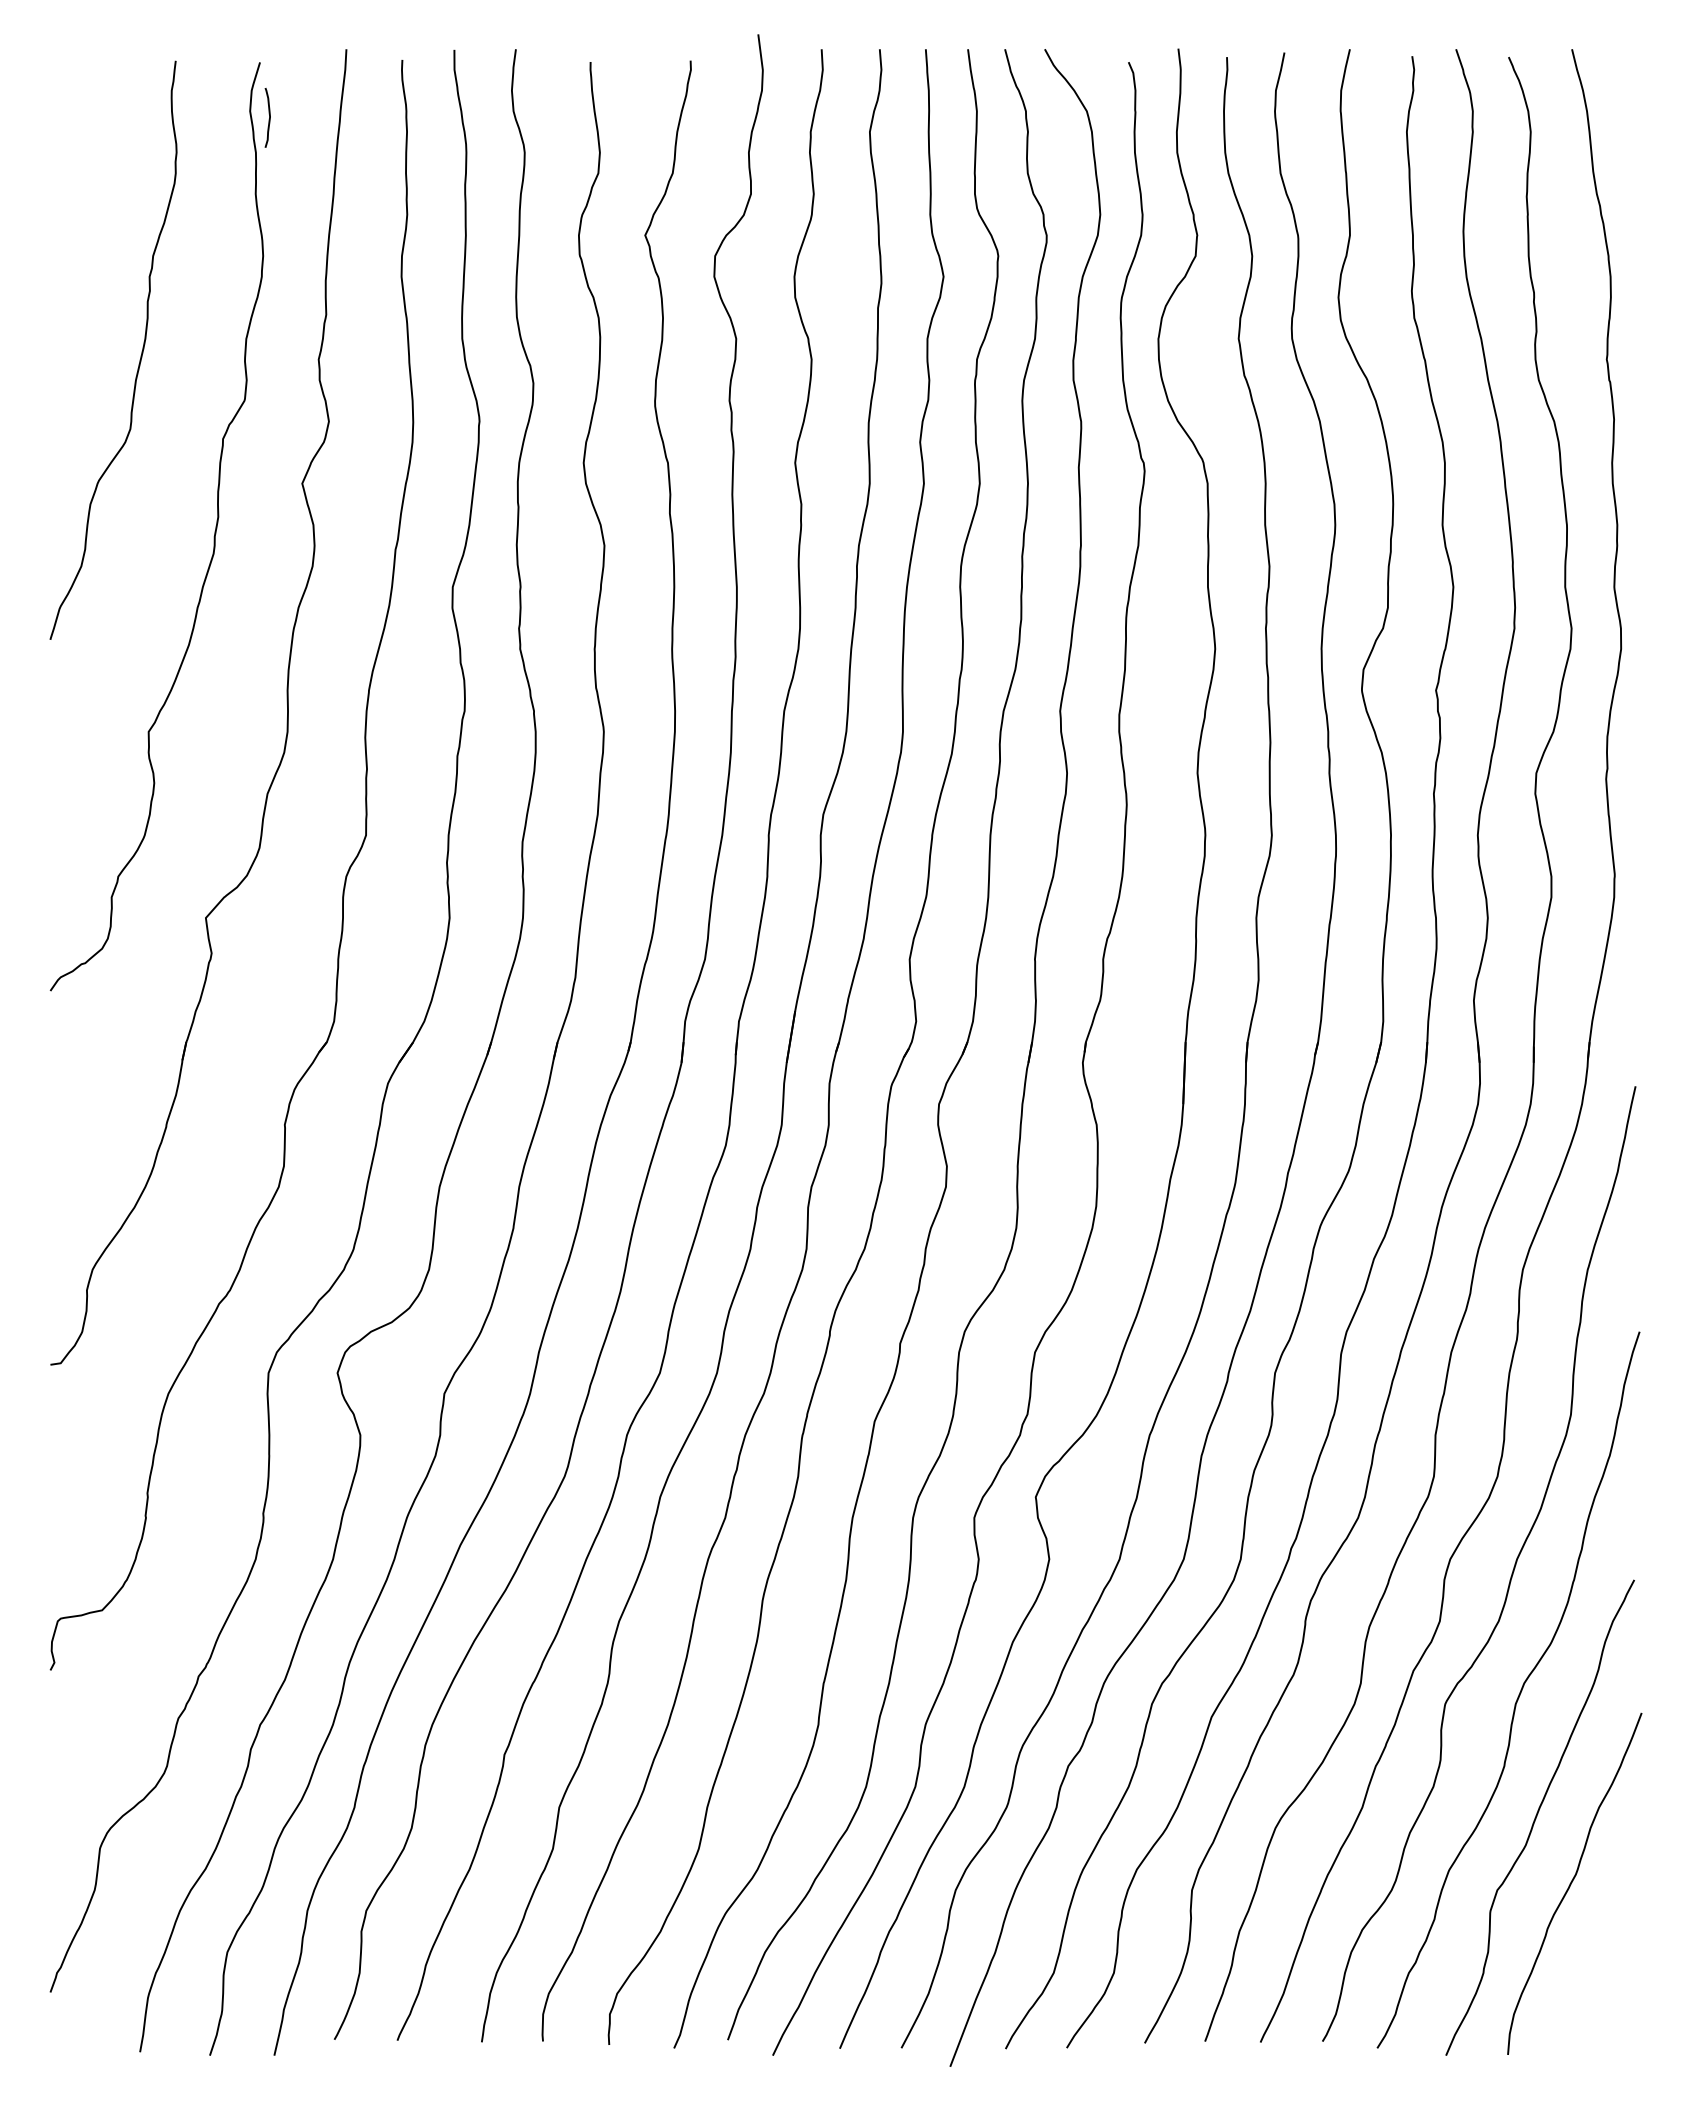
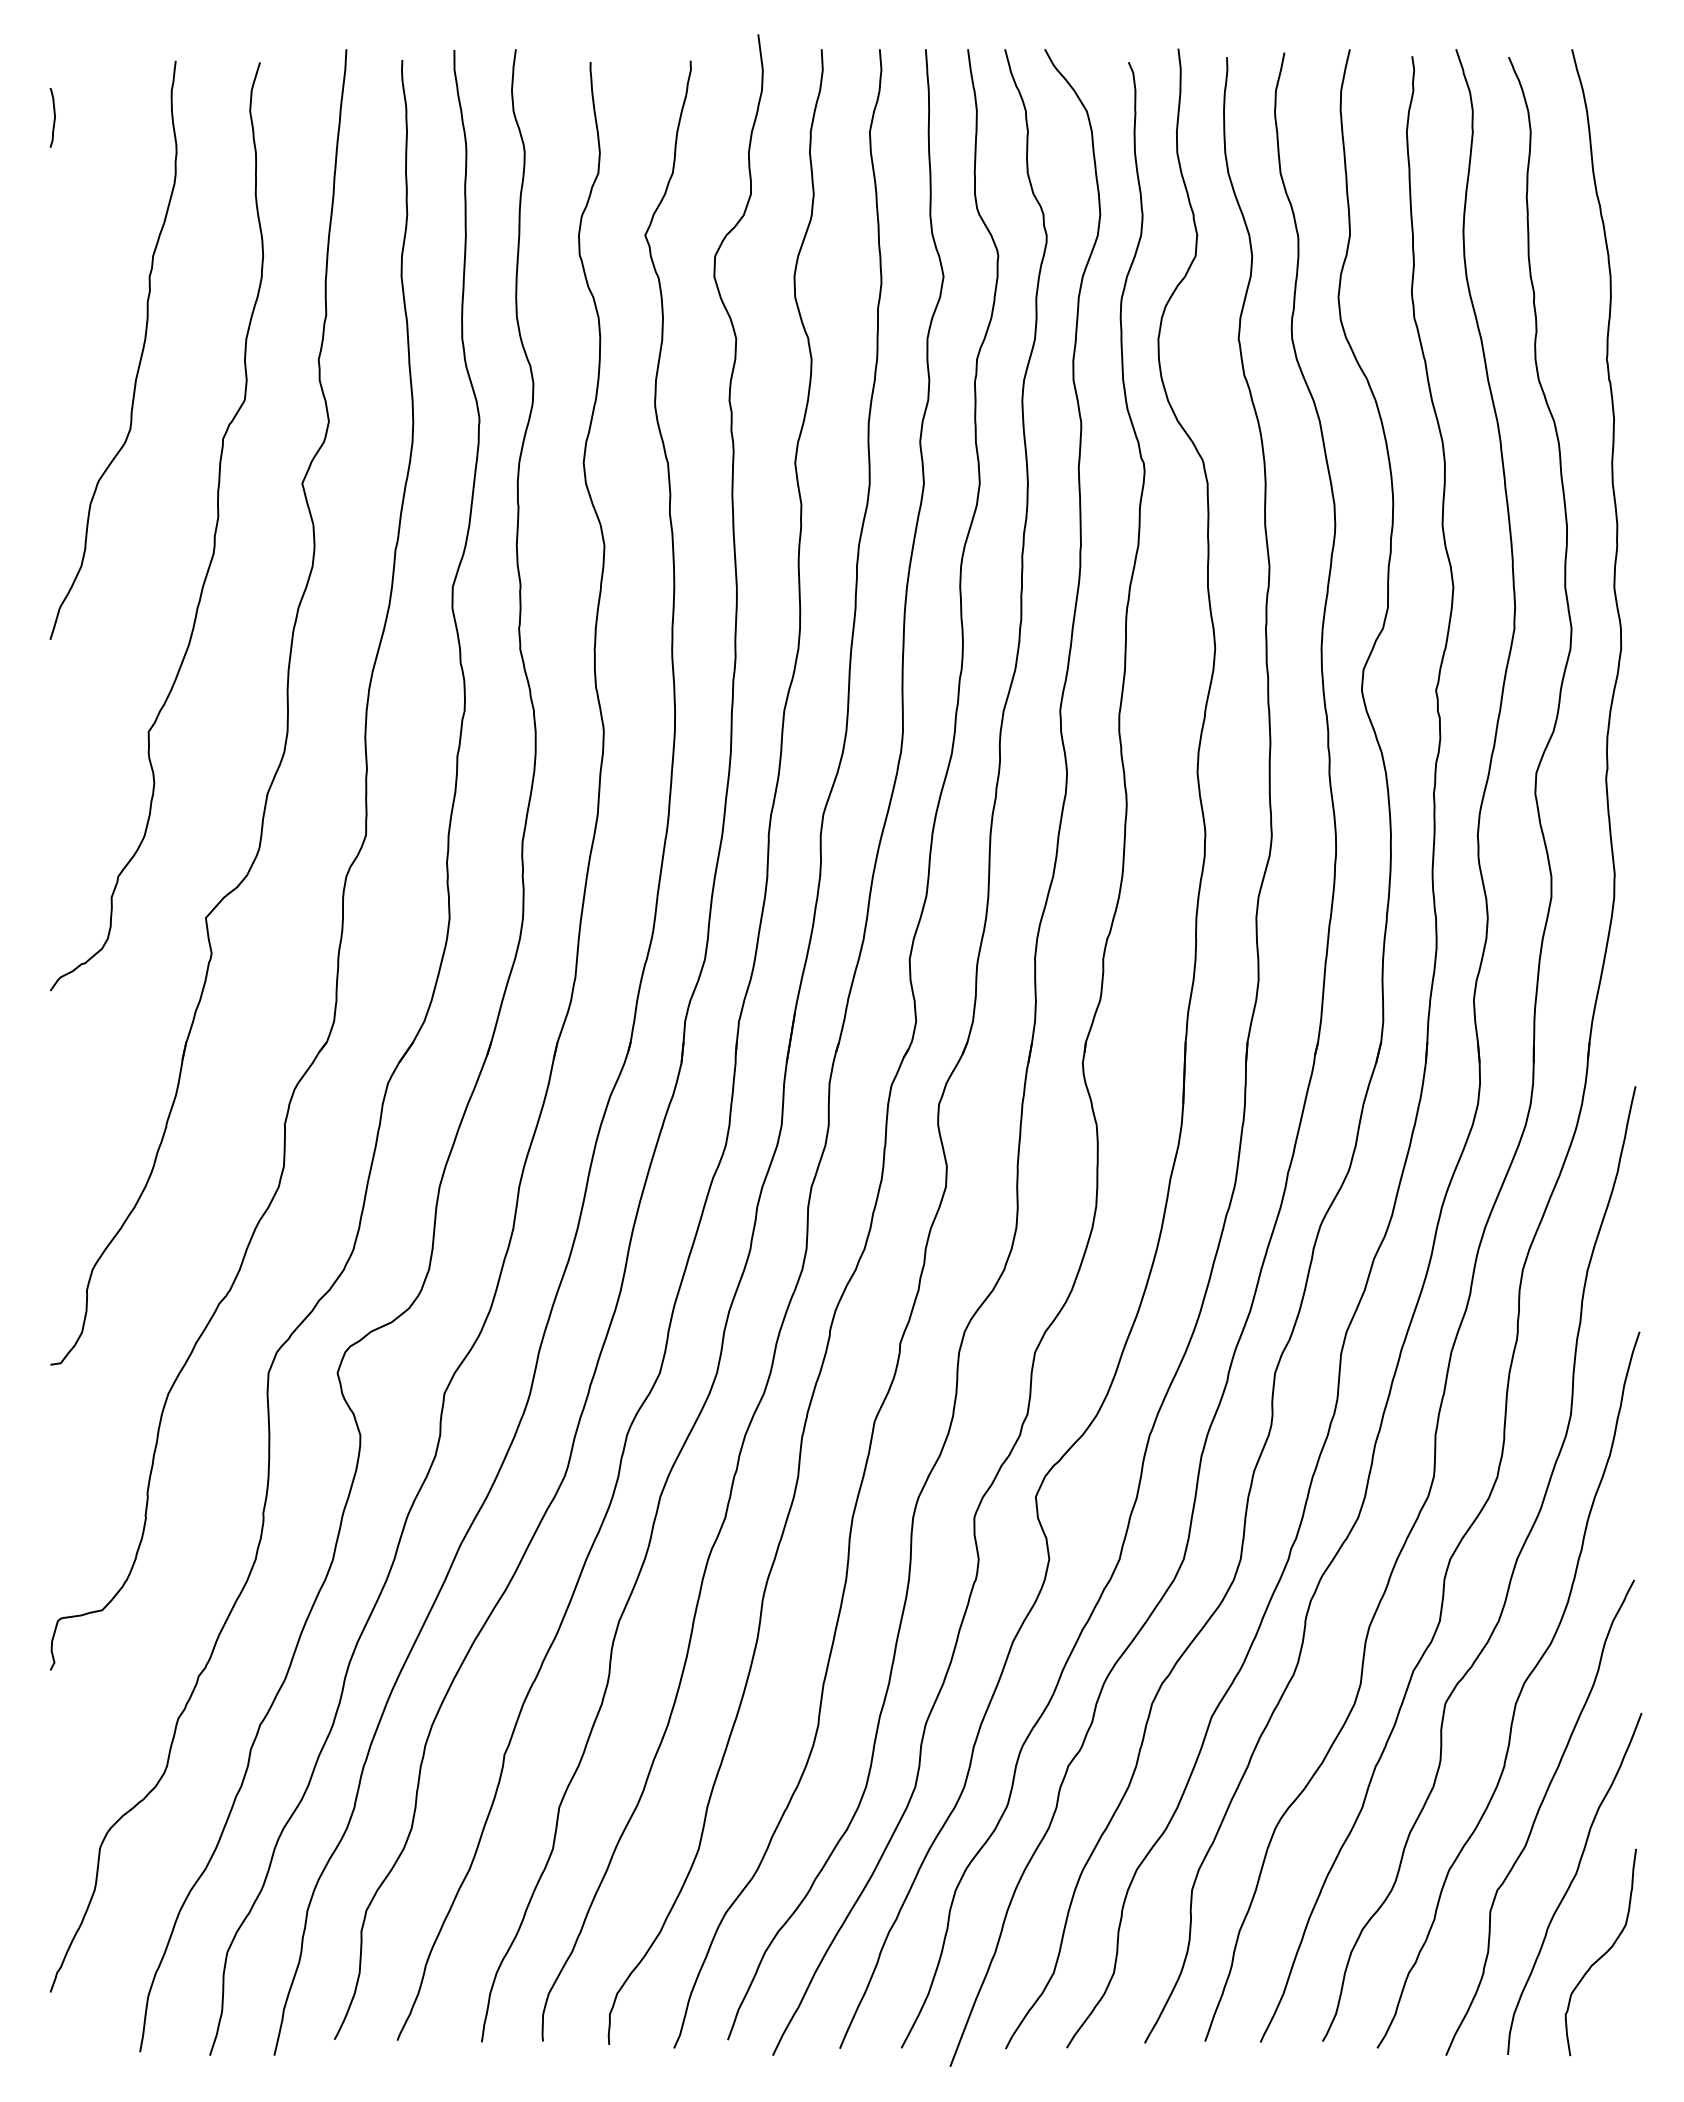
curve at (269, 117) position: (269, 117) -> (54, 117)
curve at (1602, 1954): none -> present
